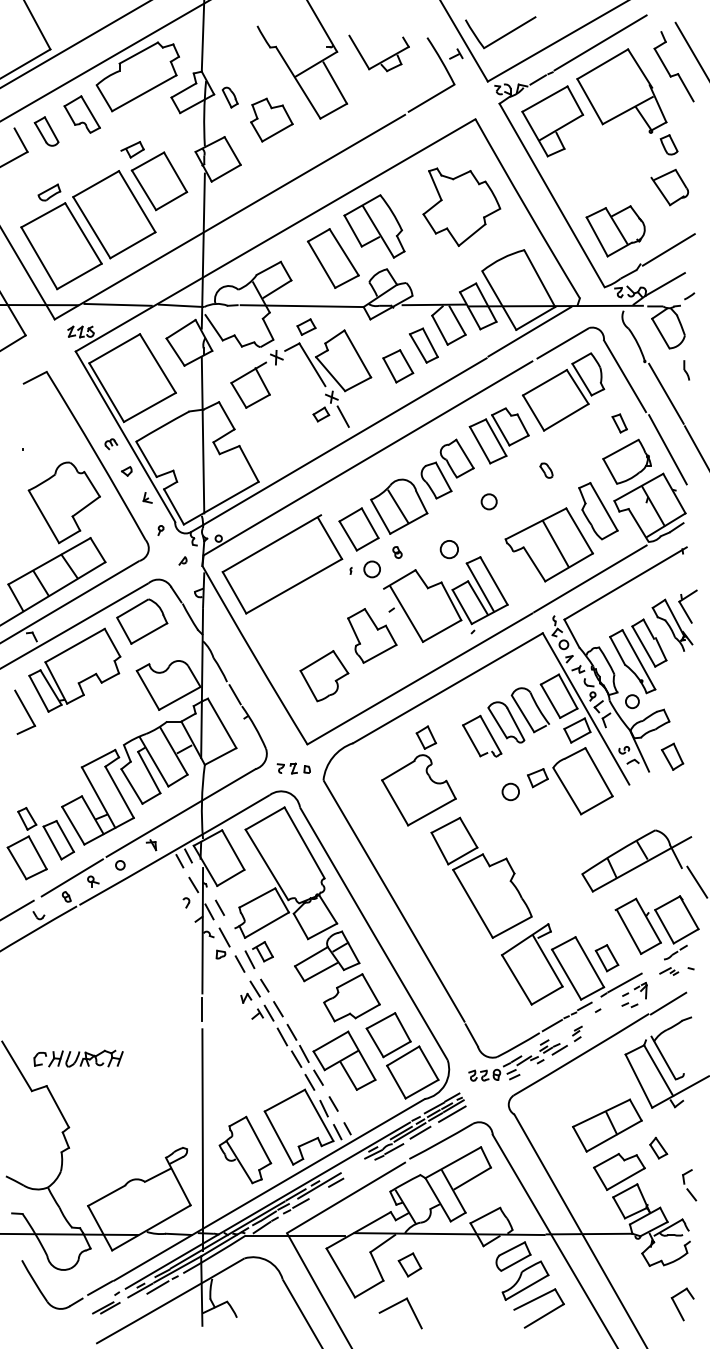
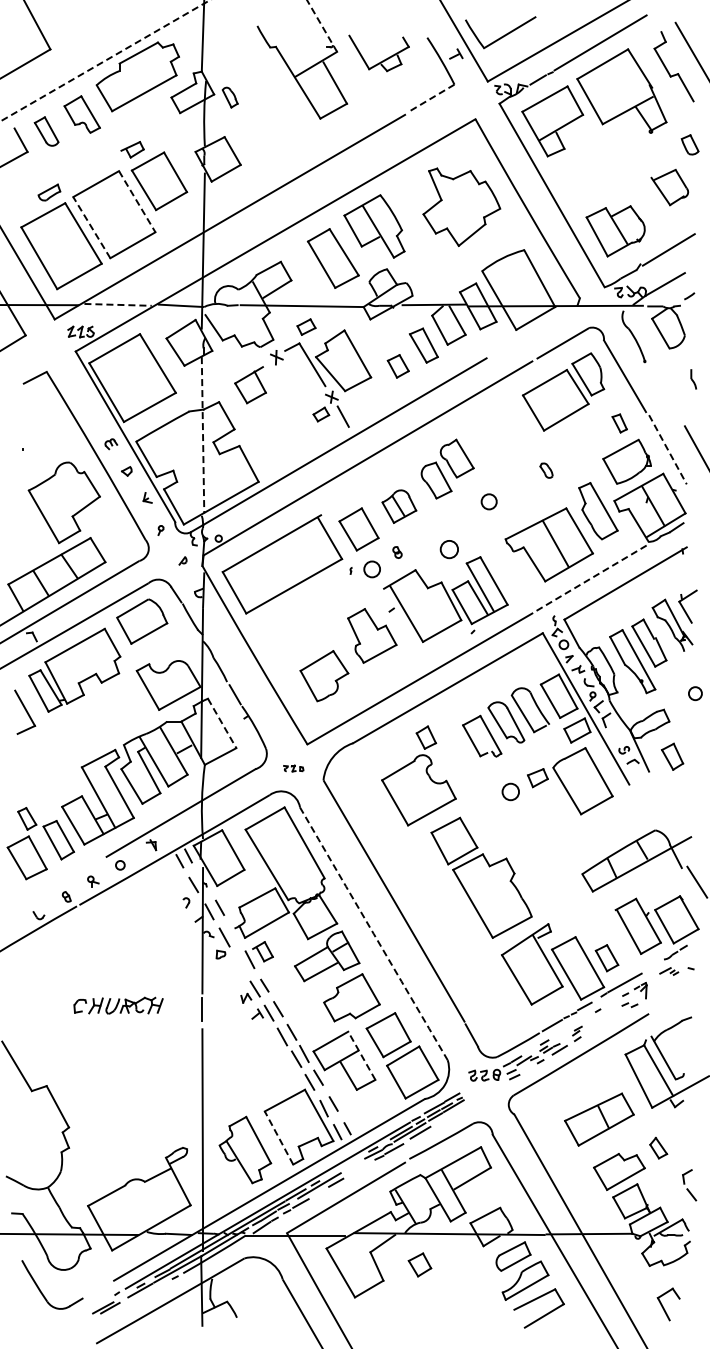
line at (322, 26): solid -> dashed
line at (74, 44): present -> none
line at (105, 60): solid -> dashed
line at (431, 98): solid -> dashed
part at (271, 119): present -> none
part at (668, 144) position: (668, 144) -> (689, 144)
line at (137, 201): solid -> dashed
line at (91, 227): solid -> dashed
line at (118, 304): solid -> dashed
line at (529, 331): present -> none
part at (398, 366) size: 33x35 px -> 24x25 px
part at (686, 370) position: (686, 370) -> (693, 379)
part at (250, 384) size: 41x48 px -> 33x39 px
line at (666, 393): present -> none
line at (203, 435): solid -> dashed
part at (498, 435): present -> none
line at (668, 450): solid -> dashed
part at (399, 506) size: 59x57 px -> 37x35 px
line at (589, 579): solid -> dashed
circle at (632, 701) position: (632, 701) -> (695, 693)
line at (222, 723): solid -> dashed
part at (293, 768) size: 35x13 px -> 22x9 px
line at (71, 877): present -> none
line at (17, 909): present -> none
arc at (373, 933): solid -> dashed
line at (239, 963): present -> none
line at (668, 1003): present -> none
line at (361, 1055): solid -> dashed
part at (78, 1058) position: (78, 1058) -> (118, 1005)
line at (452, 1113): present -> none
part at (607, 1125) position: (607, 1125) -> (599, 1119)
line at (278, 1137): solid -> dashed
part at (409, 1264) position: (409, 1264) -> (419, 1264)
line at (100, 1287): present -> none
line at (157, 1287): present -> none
part at (682, 1304) position: (682, 1304) -> (668, 1304)
part at (396, 1305): present -> none
